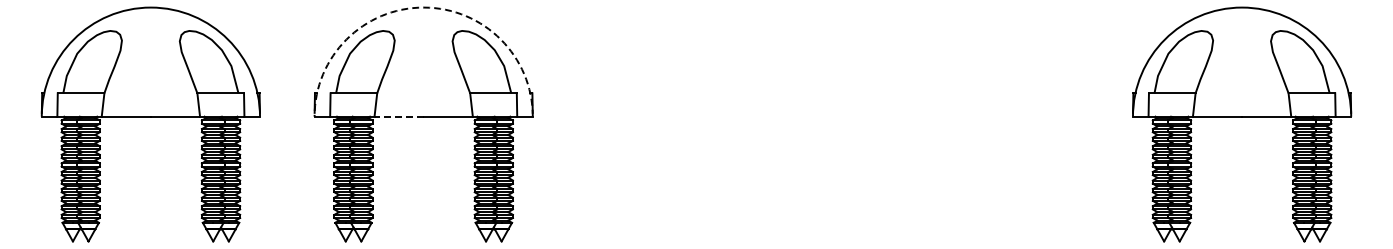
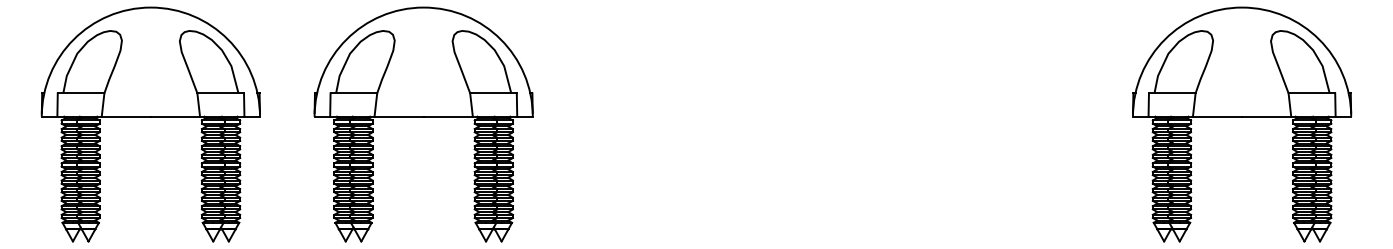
arc at (423, 7): dashed -> solid
line at (399, 116): dashed -> solid
